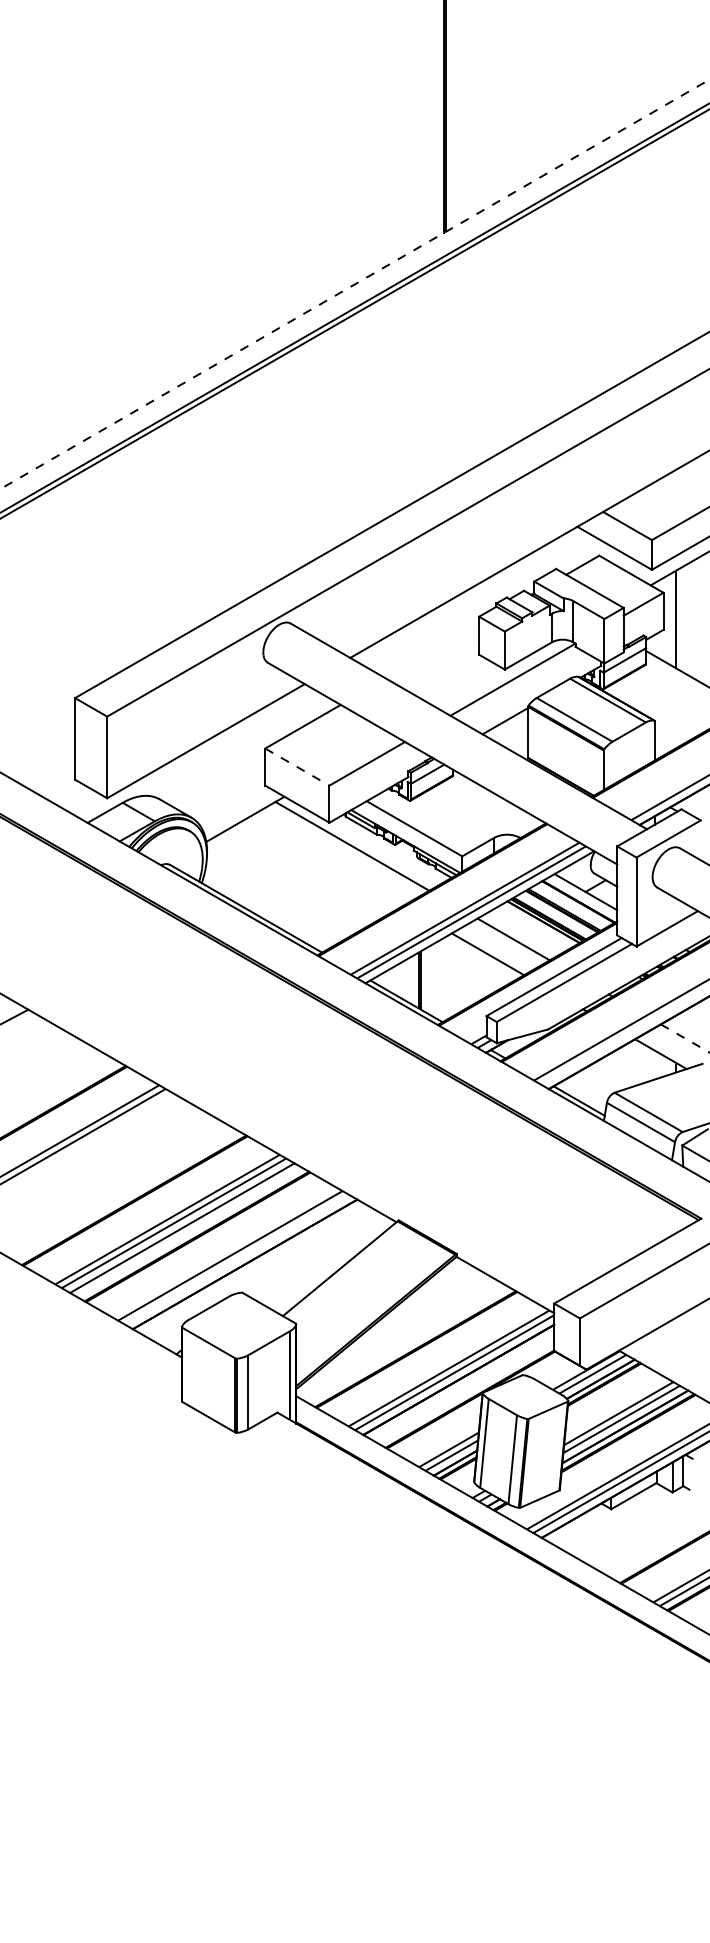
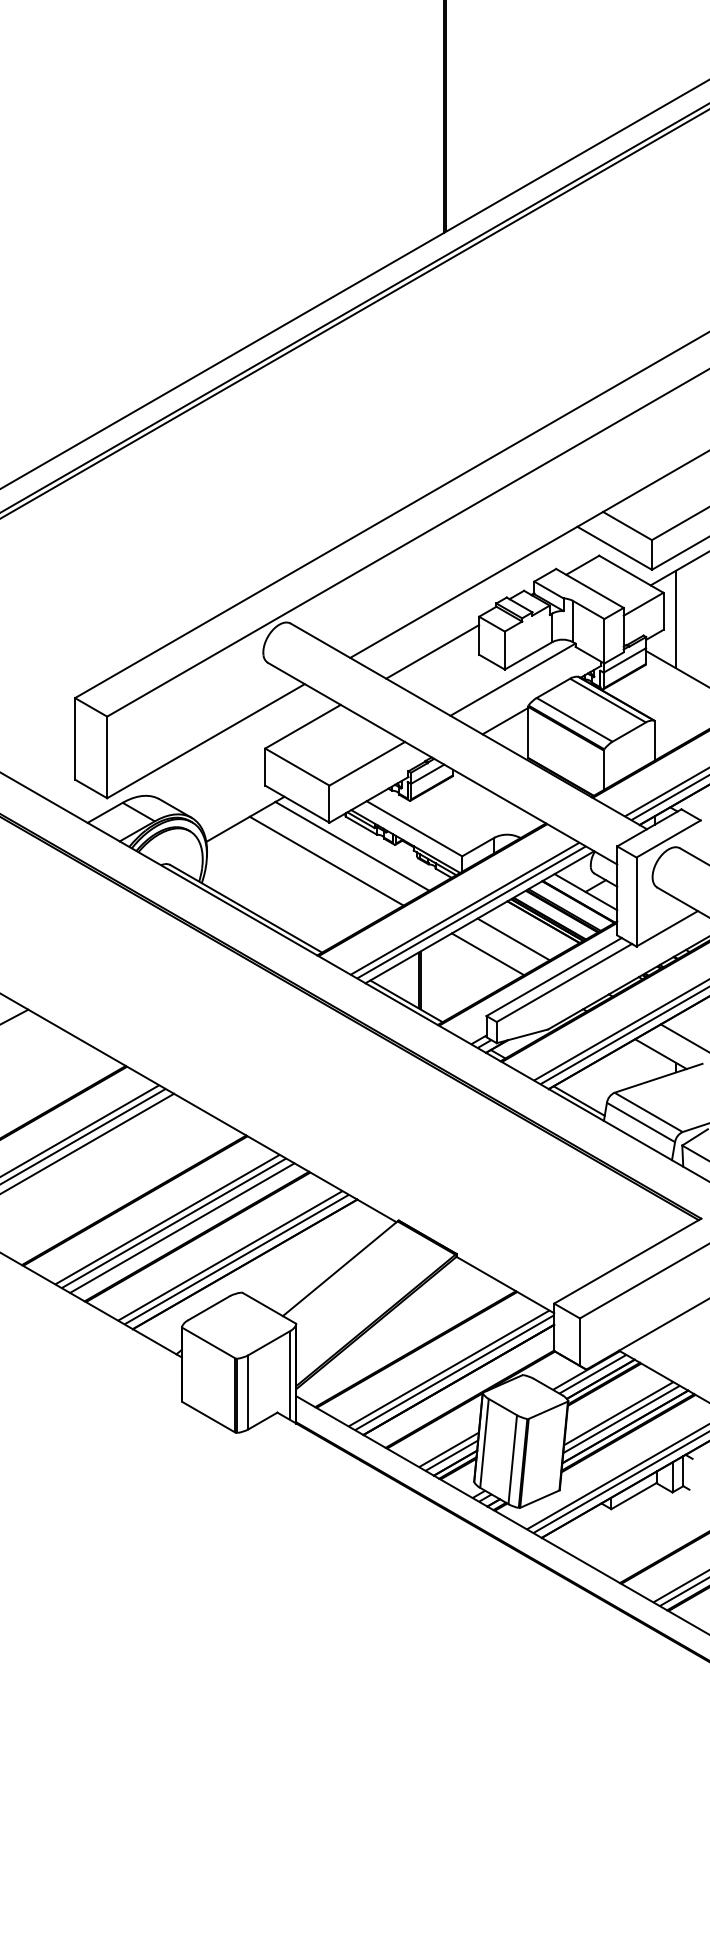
line at (354, 284): dashed -> solid
line at (432, 651): none -> present
line at (297, 767): dashed -> solid
line at (665, 792): none -> present
line at (326, 860): none -> present
line at (623, 1036): none -> present
line at (685, 1038): dashed -> solid
line at (88, 1142): none -> present
line at (236, 1259): none -> present
